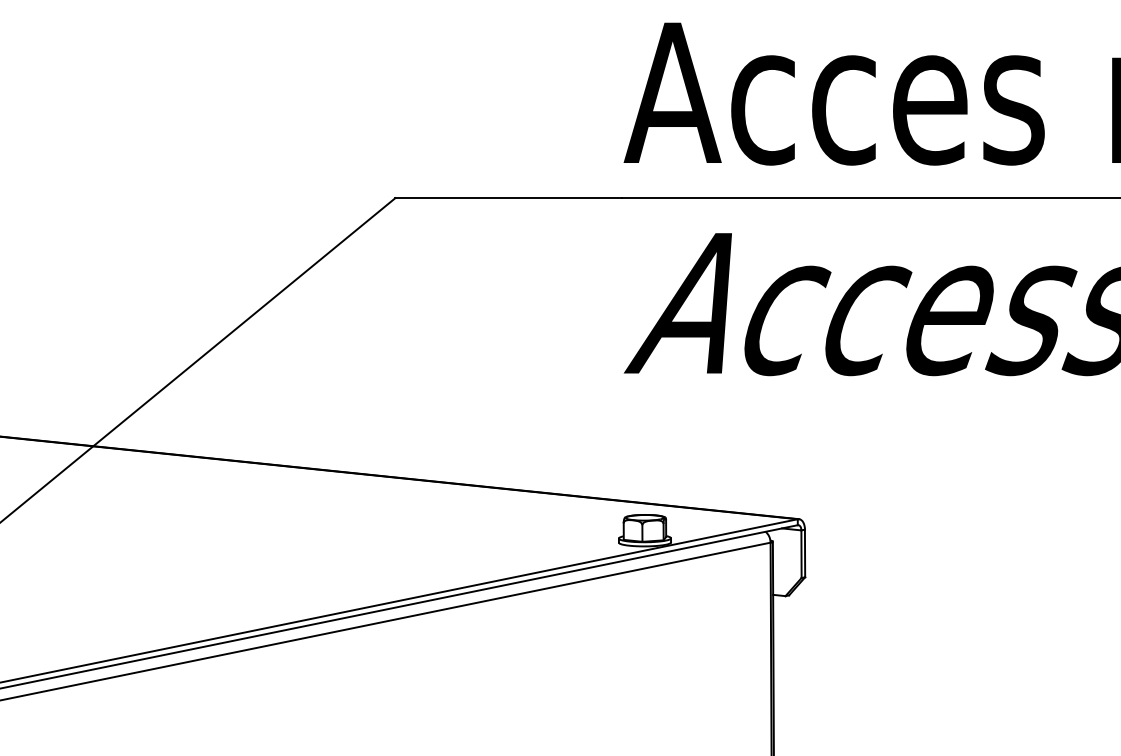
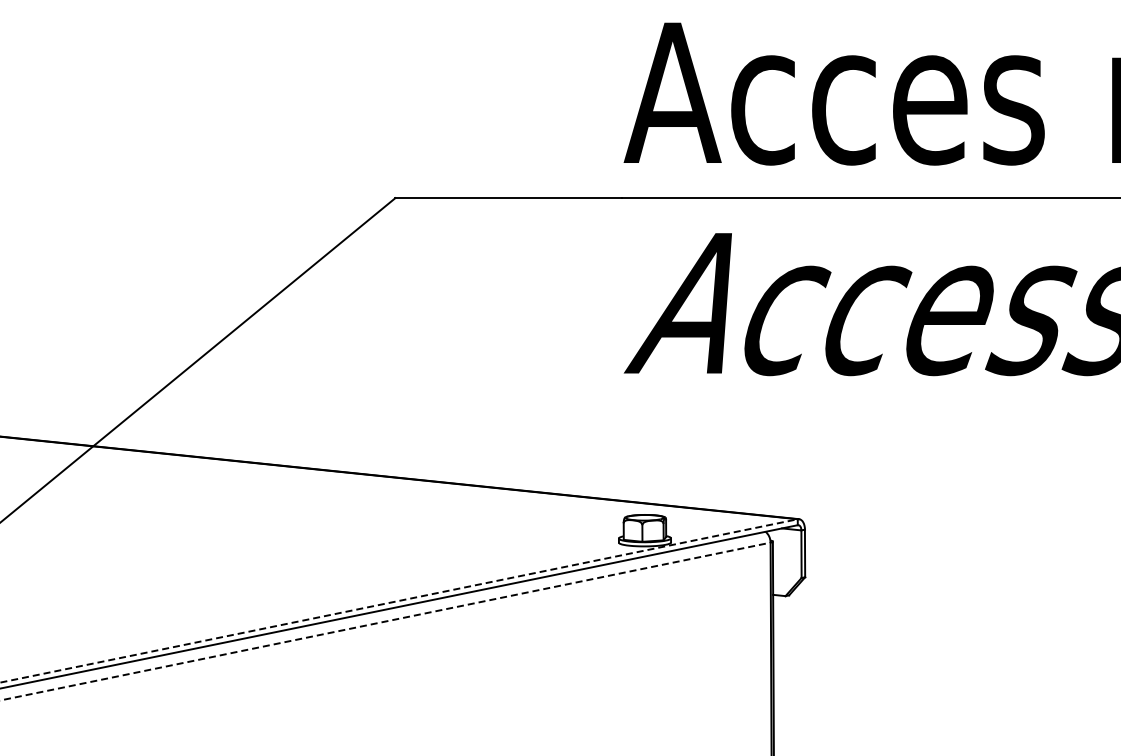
line at (399, 600): solid -> dashed
line at (385, 621): solid -> dashed
